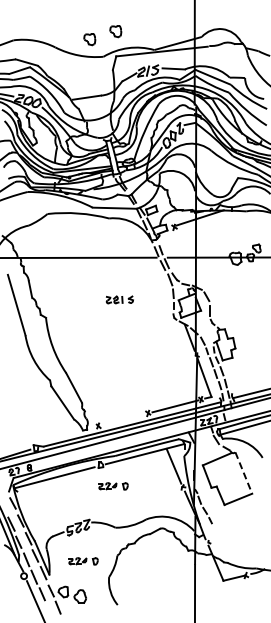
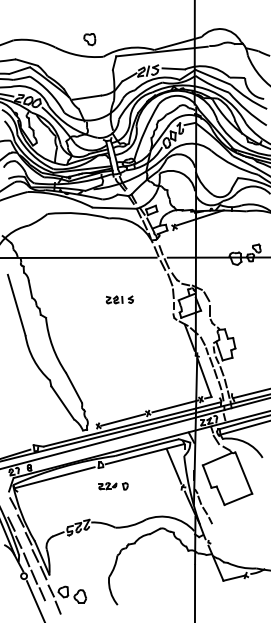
part at (115, 31): present -> none
line at (123, 419): none -> present
line at (243, 473): dashed -> solid
part at (83, 561): present -> none
